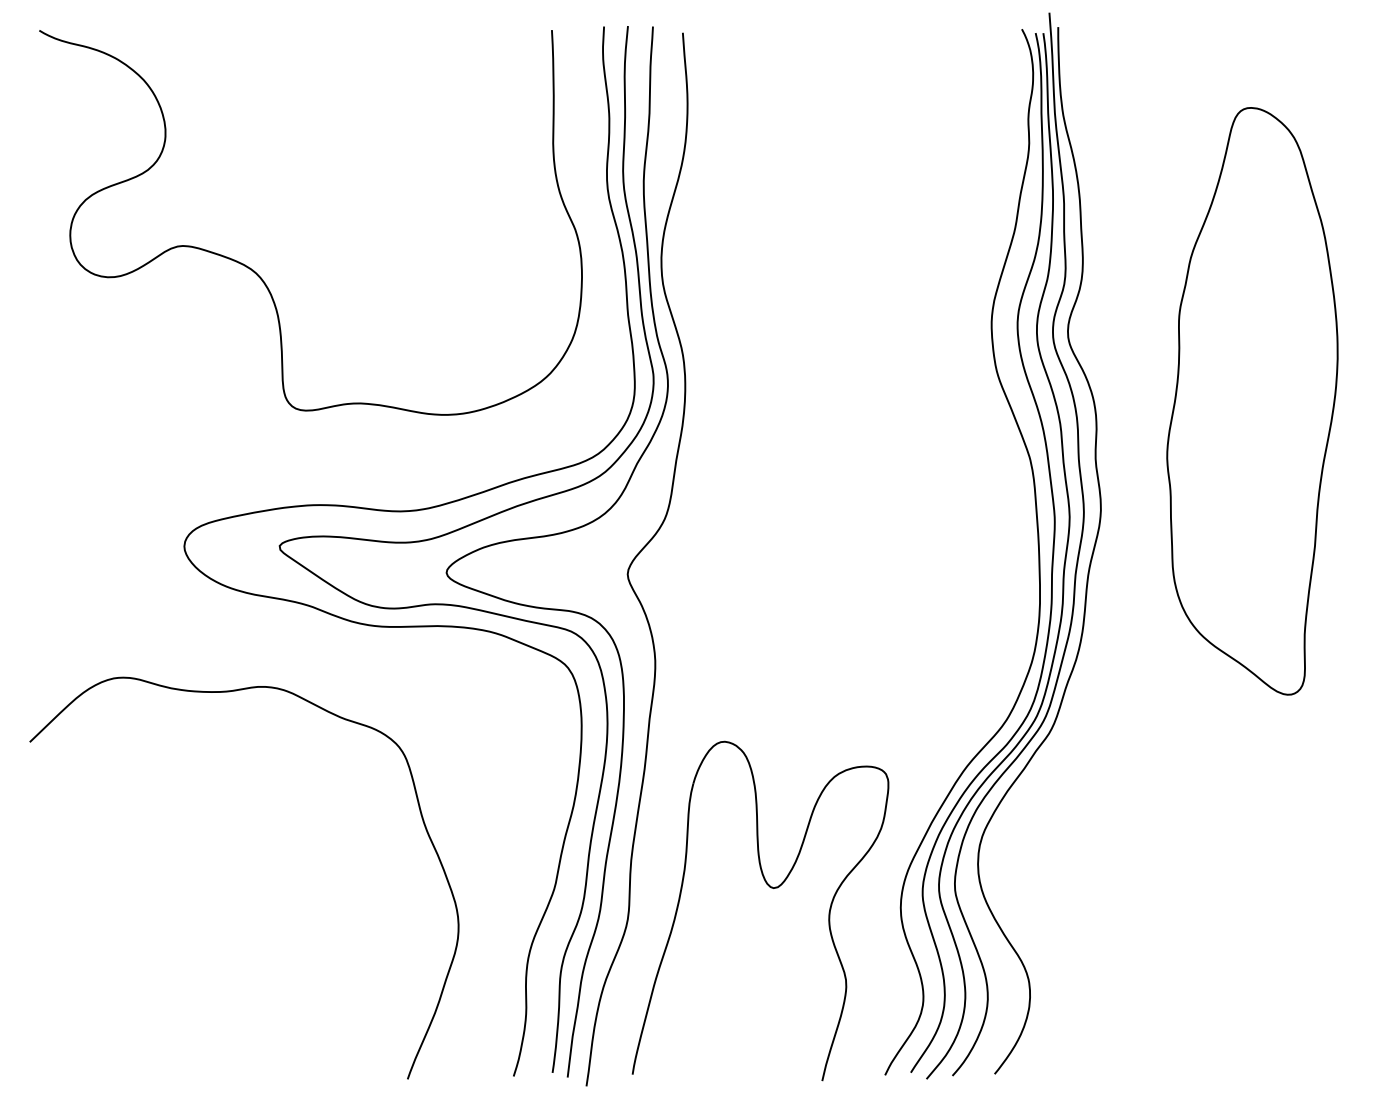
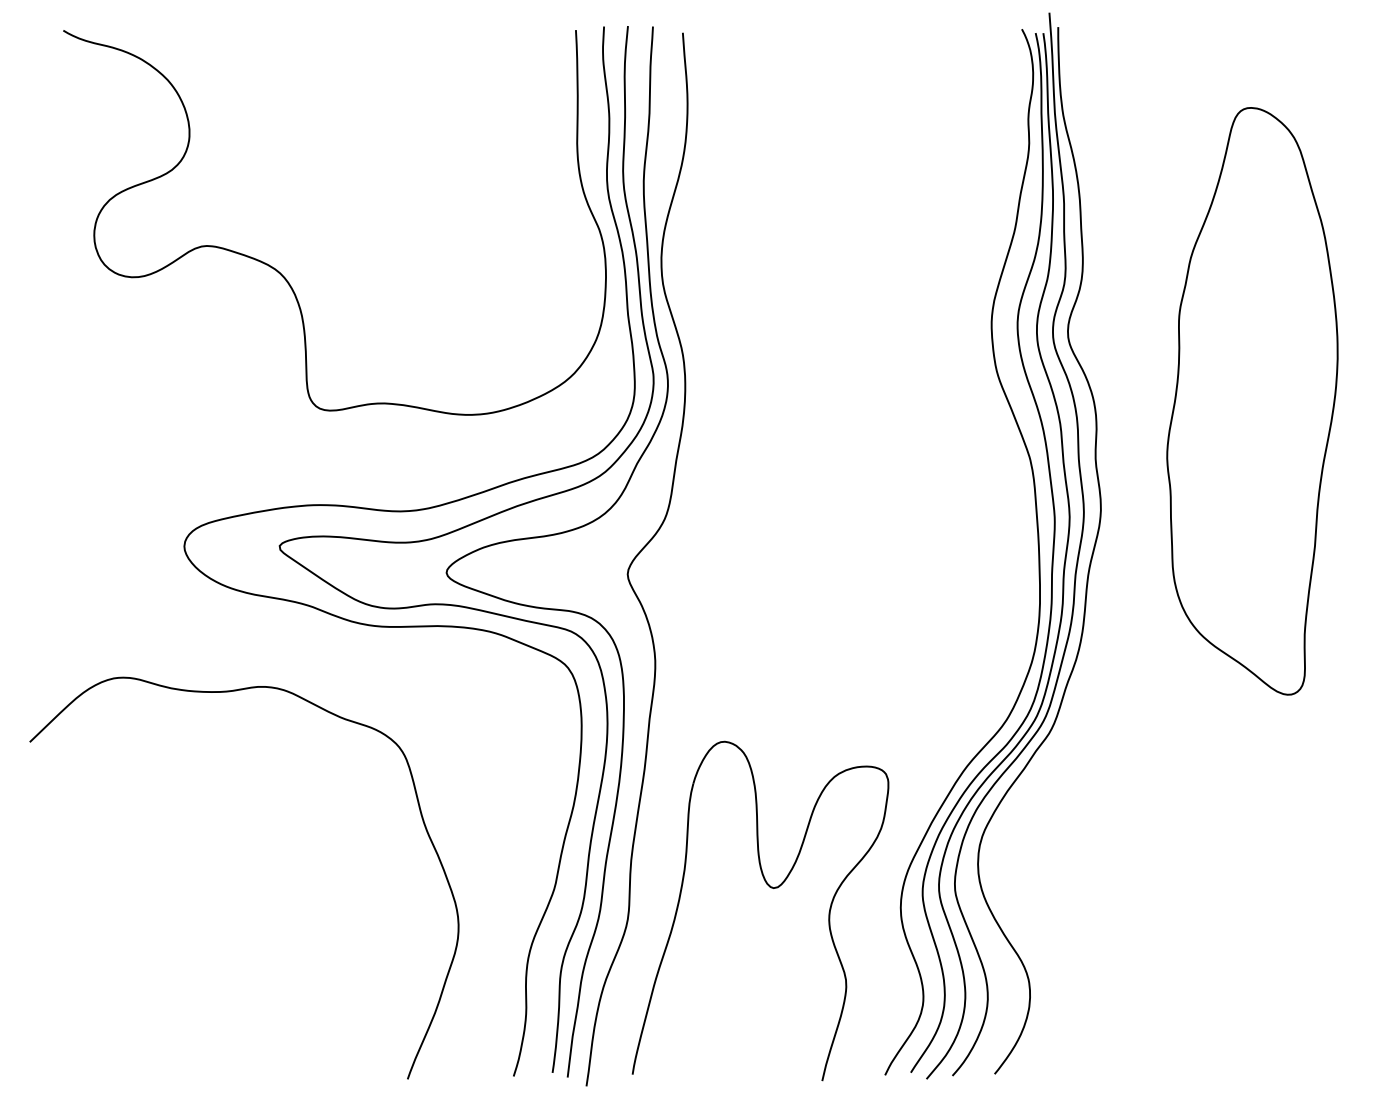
curve at (258, 274) position: (258, 274) -> (282, 274)
